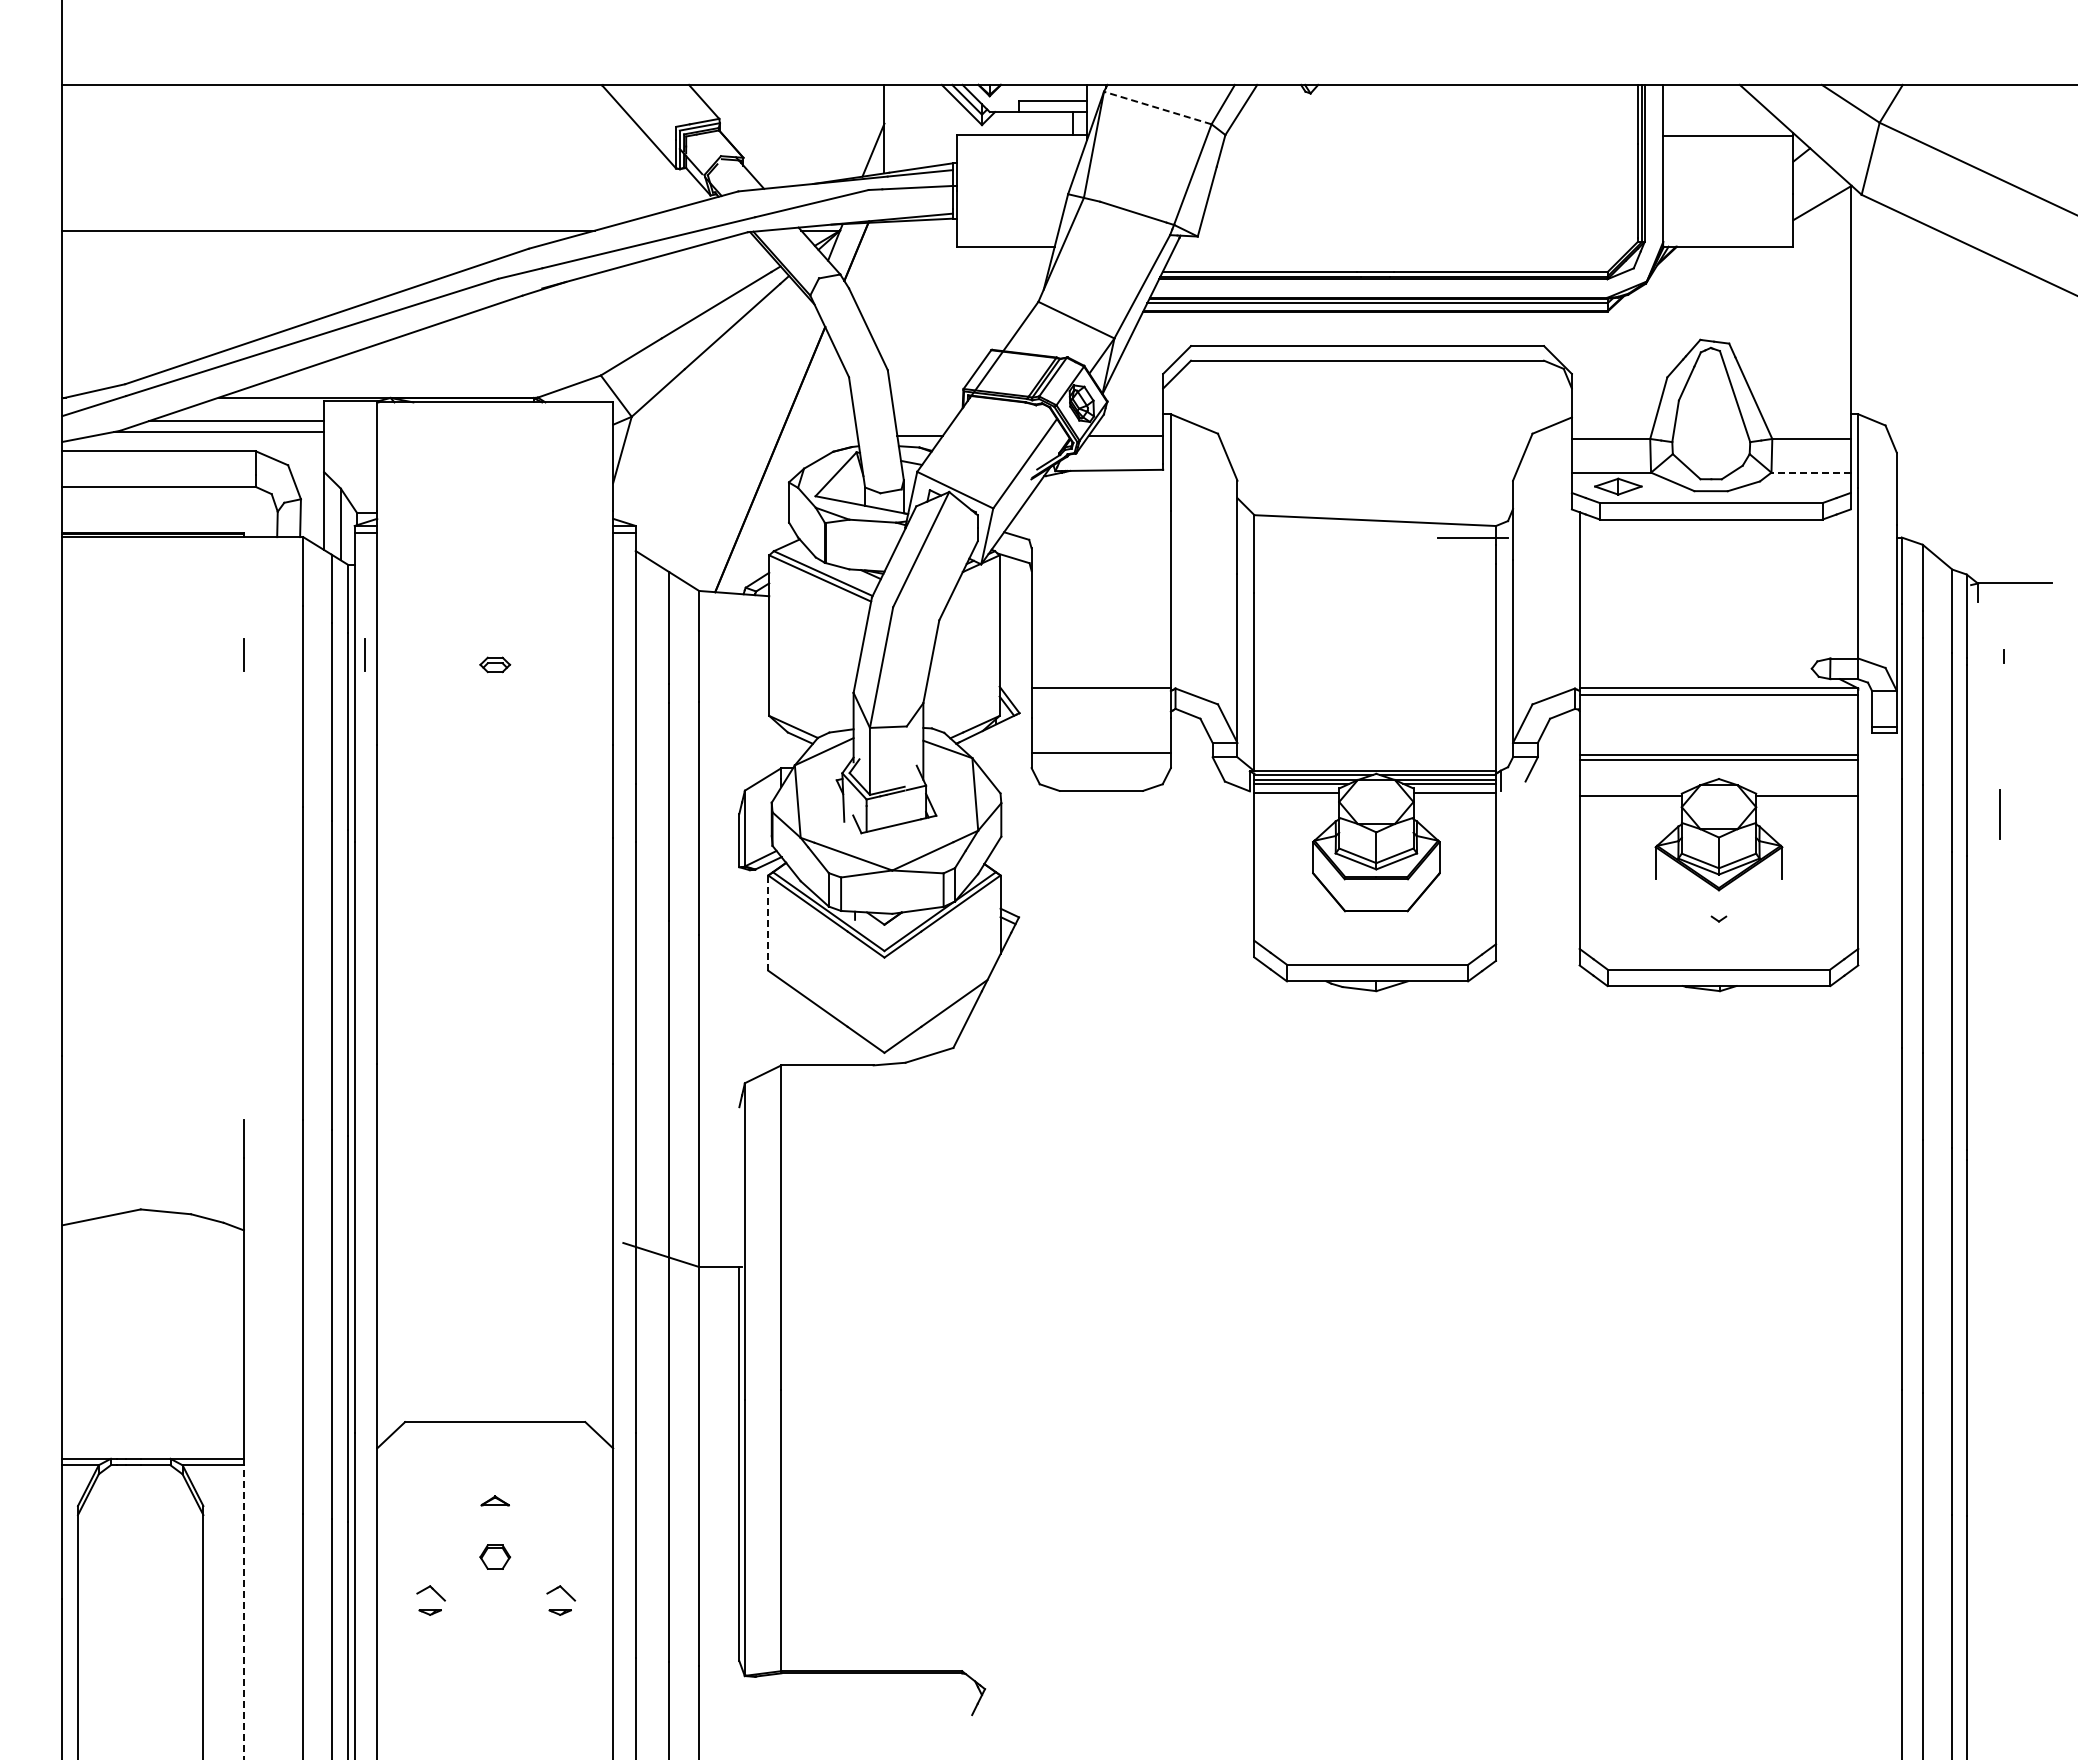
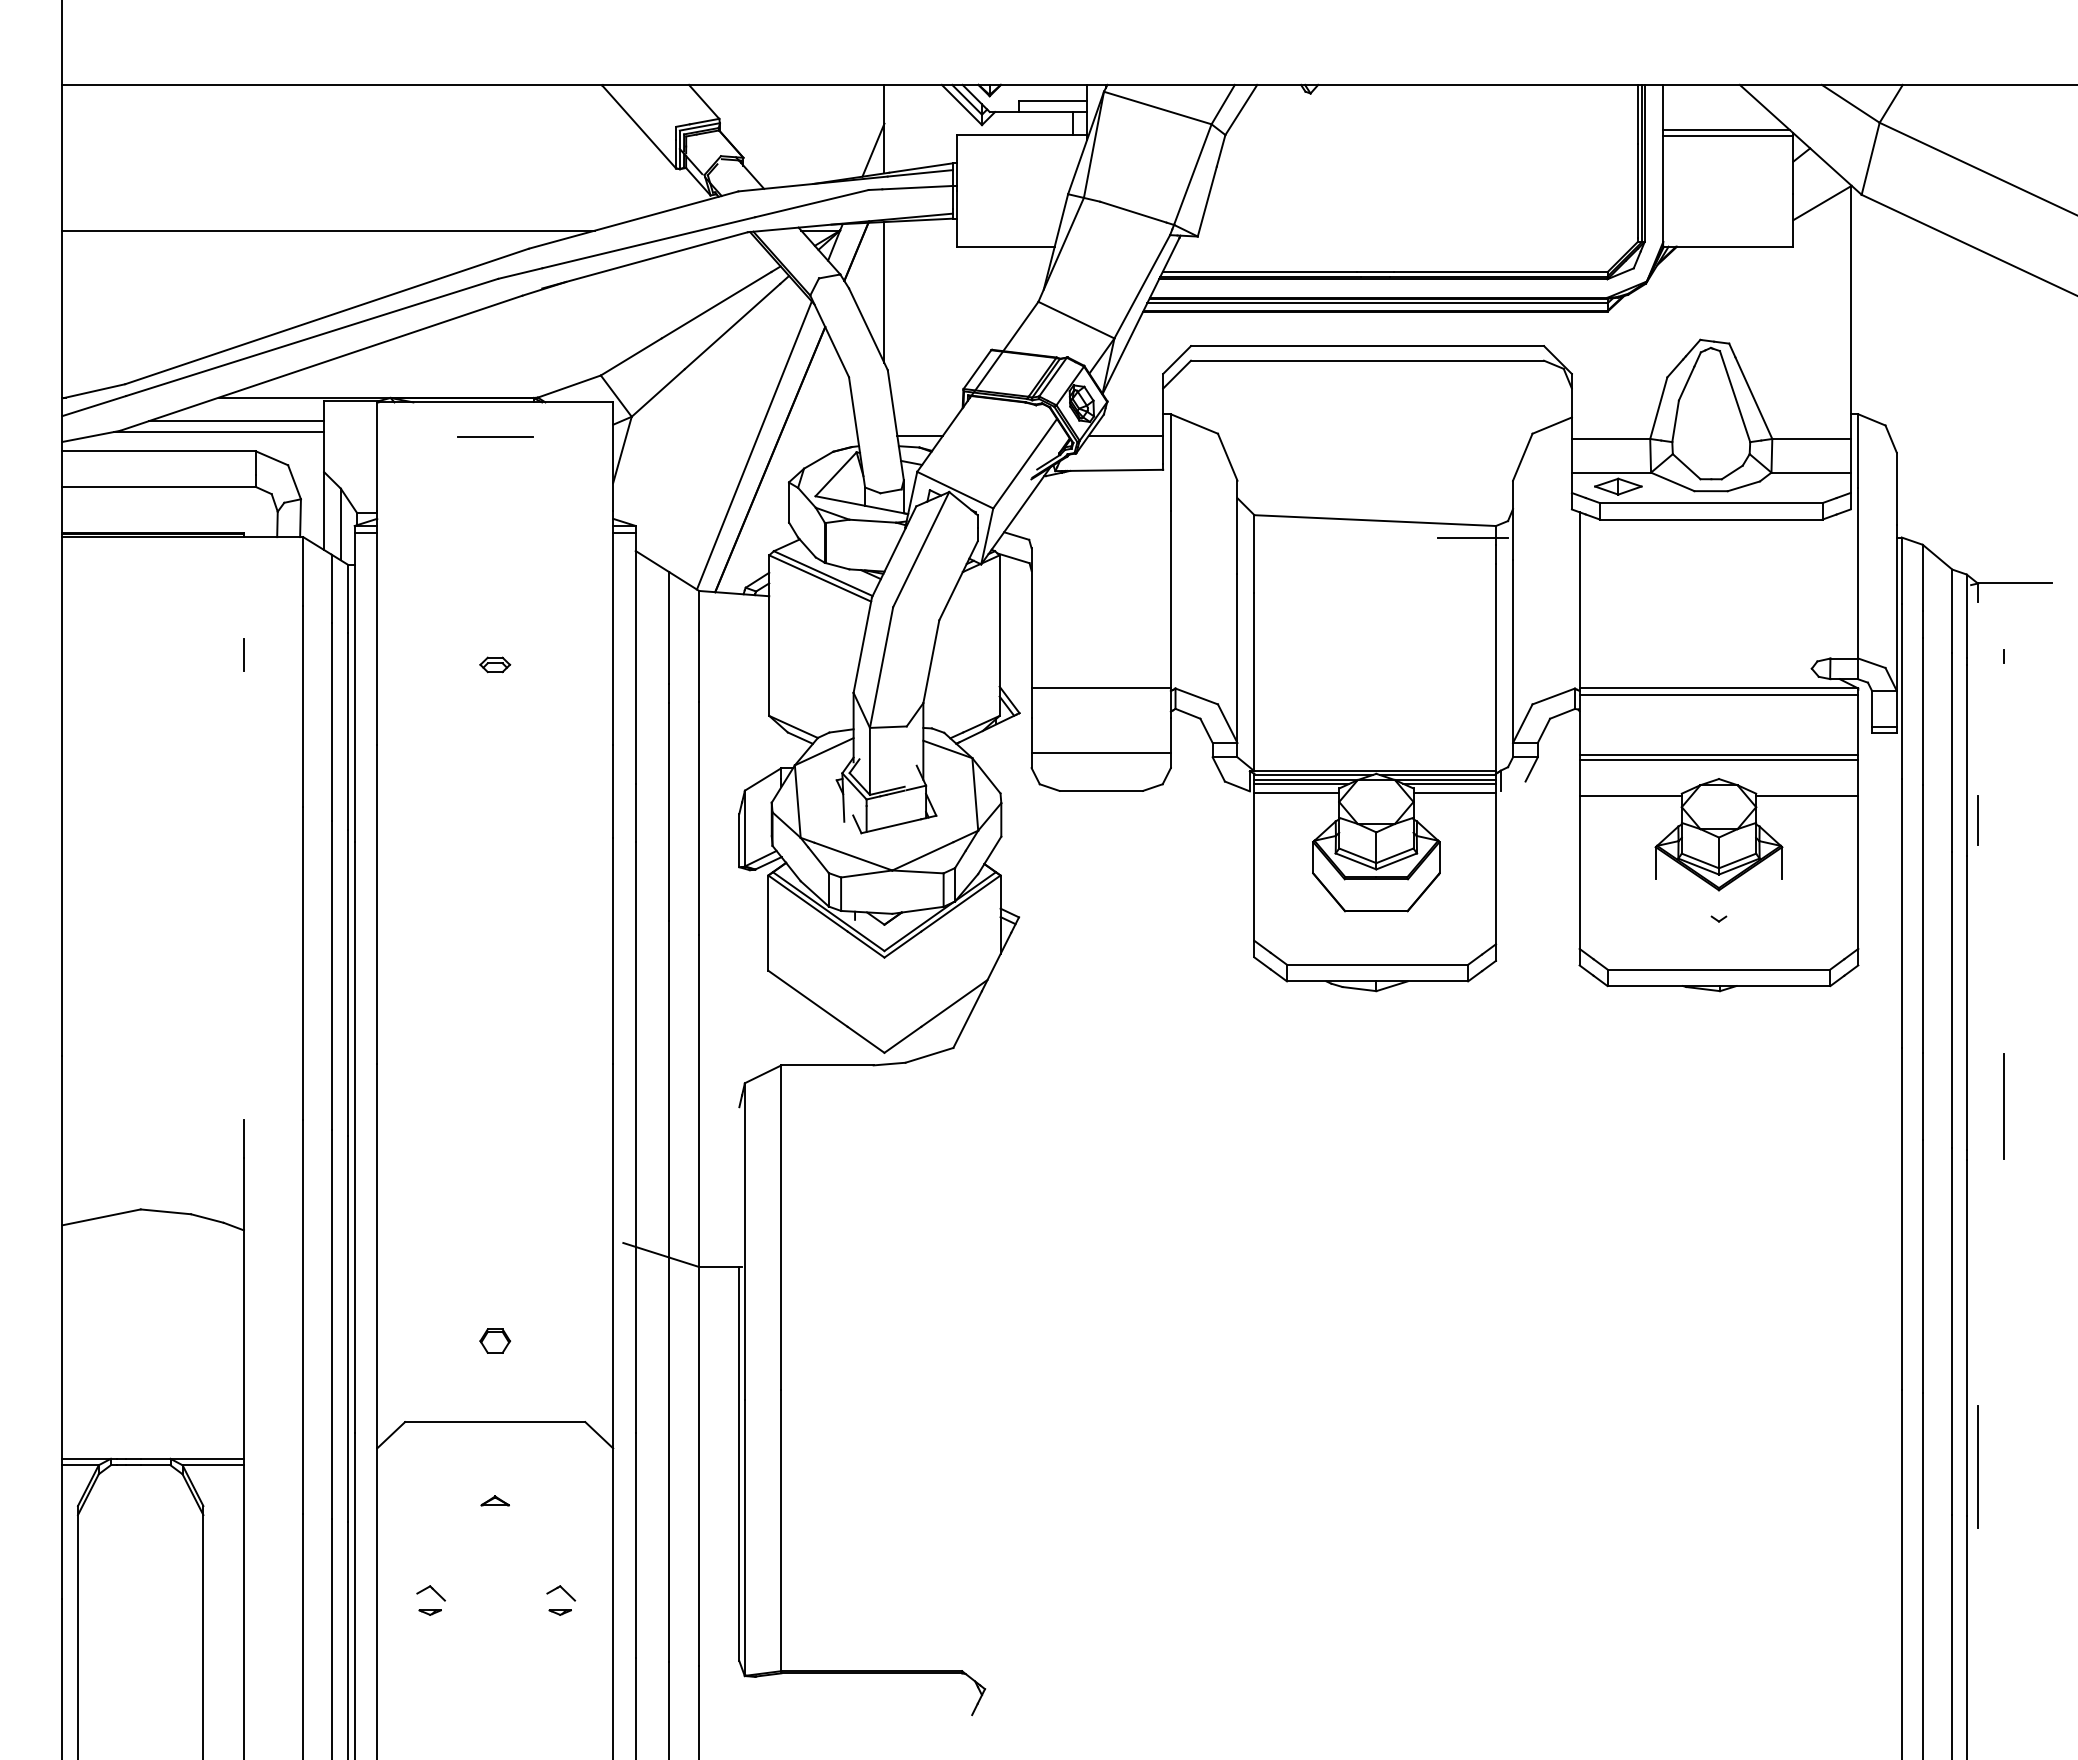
line at (1157, 107): dashed -> solid
line at (1726, 130): none -> present
line at (884, 292): none -> present
line at (495, 436): none -> present
line at (753, 445): none -> present
line at (1811, 472): dashed -> solid
line at (364, 654): present -> none
line at (1999, 814) position: (1999, 814) -> (1977, 820)
line at (768, 923): dashed -> solid
line at (2003, 1106): none -> present
line at (1978, 1466): none -> present
part at (495, 1556) position: (495, 1556) -> (495, 1340)
line at (243, 1611): dashed -> solid
